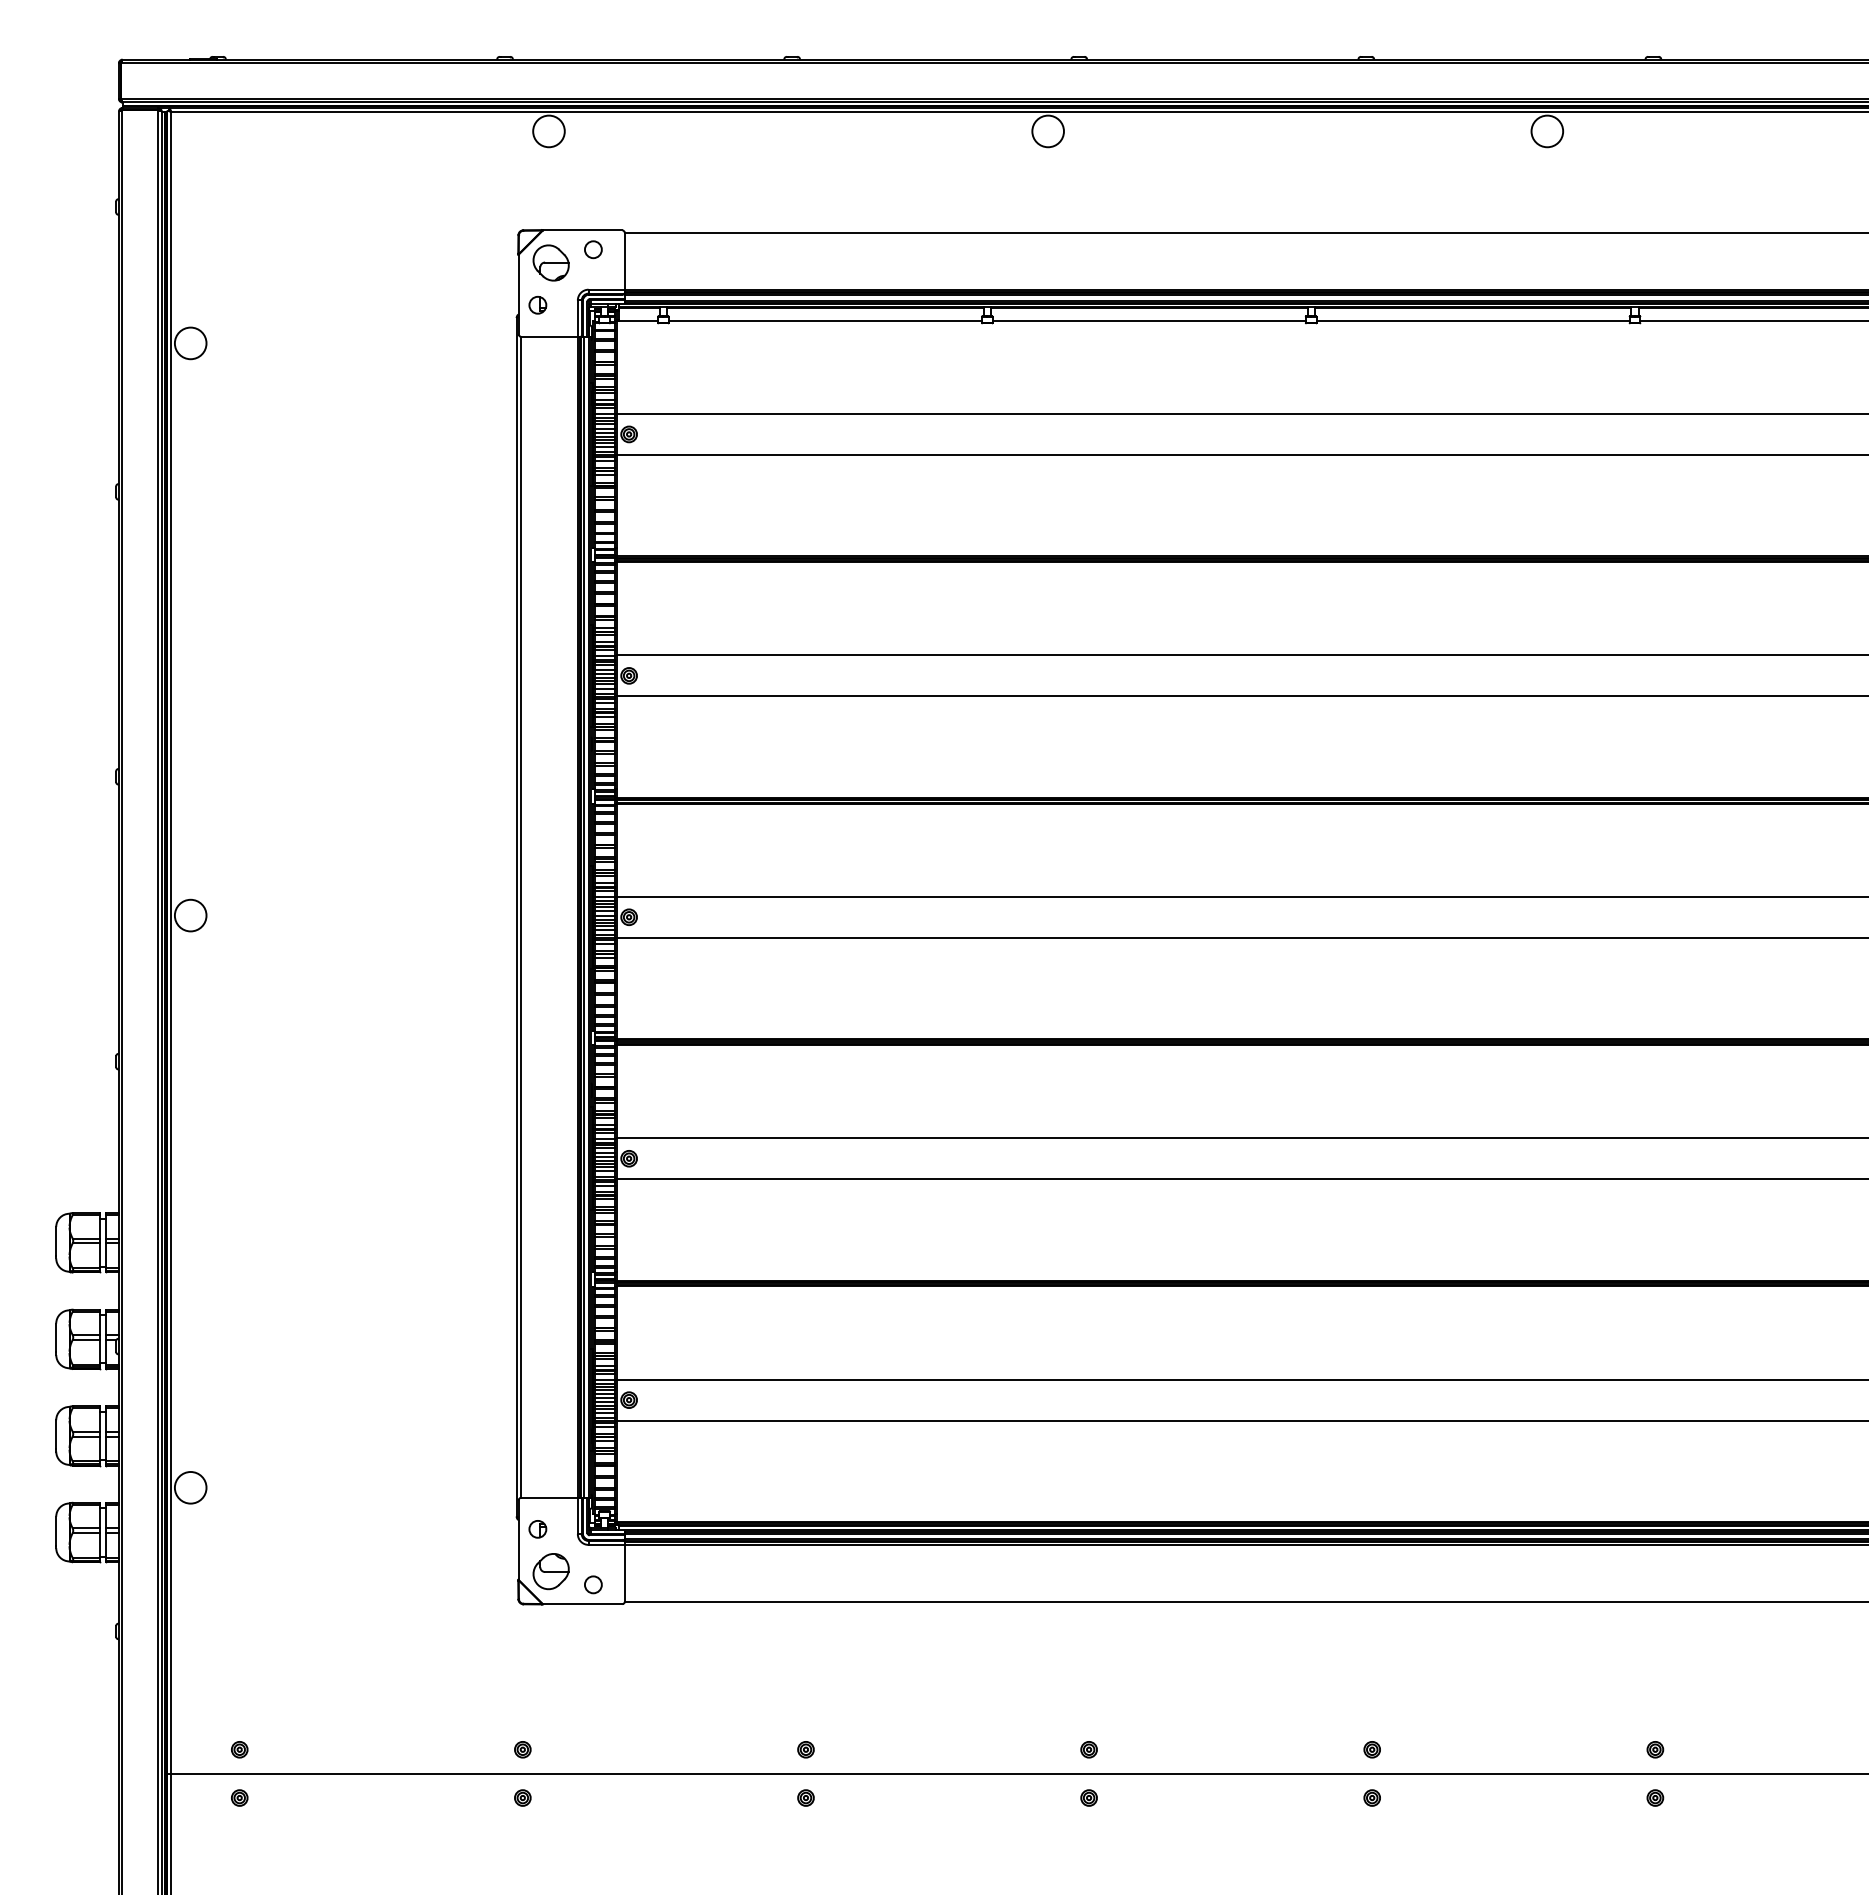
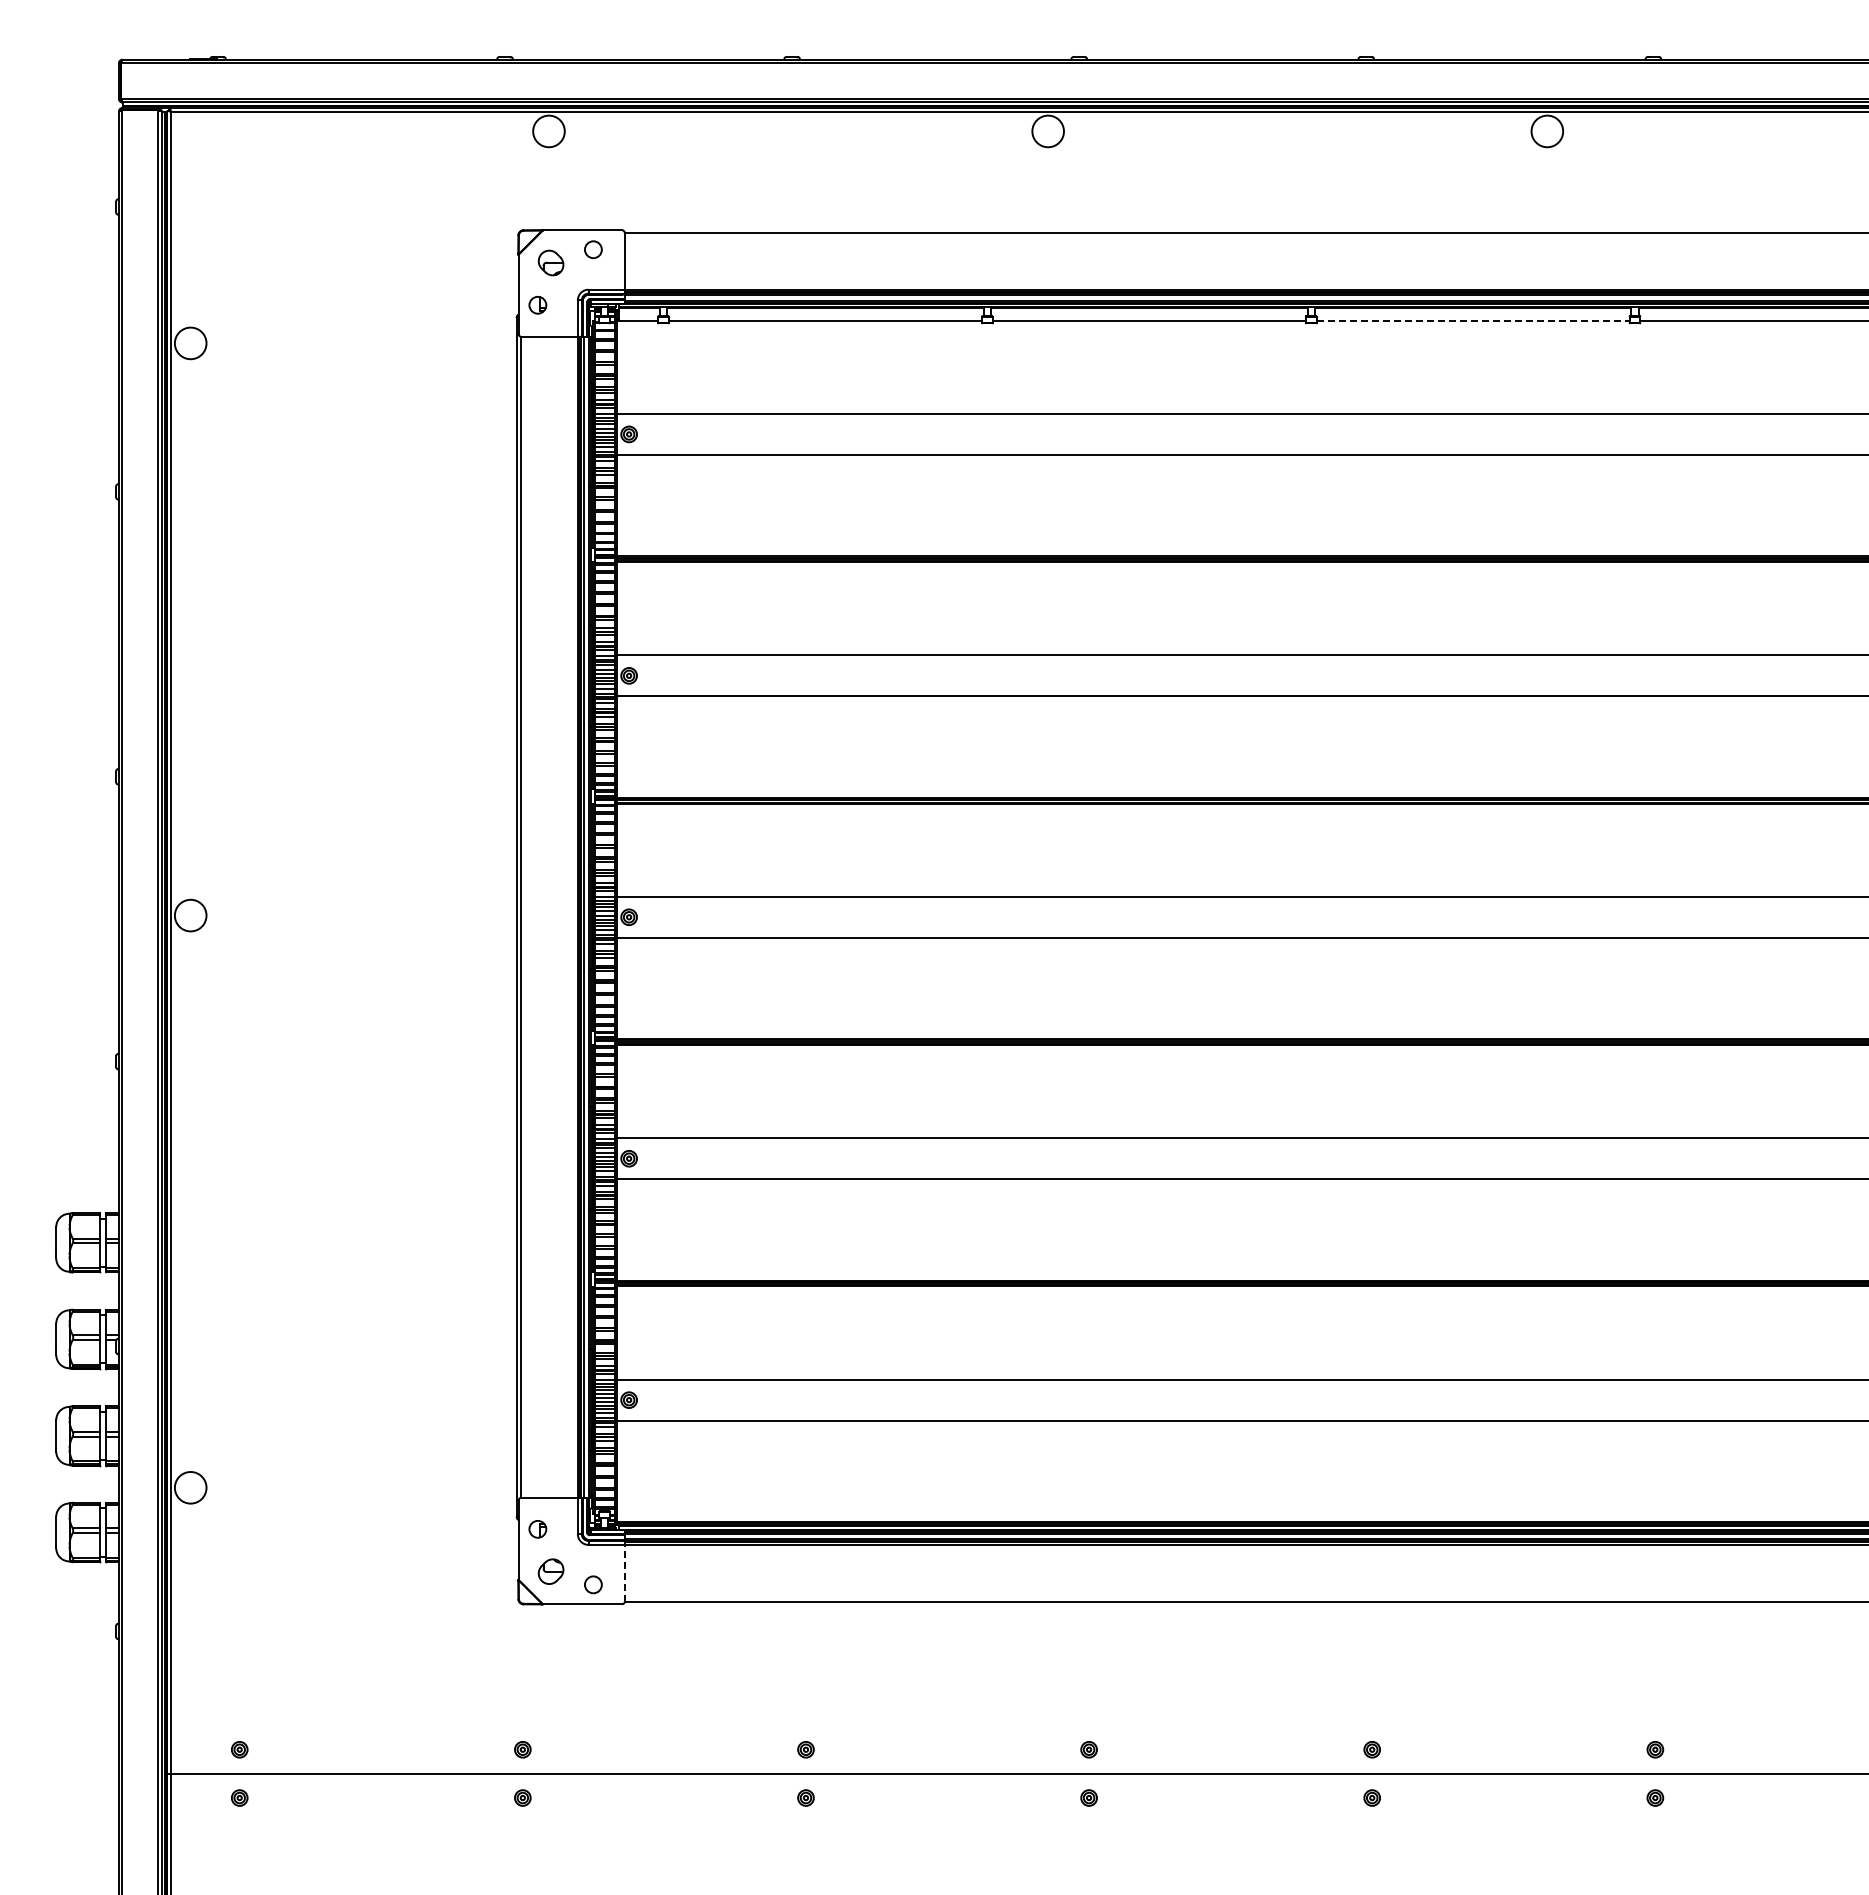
part at (550, 262) size: 38x38 px -> 28x28 px
line at (1473, 321): solid -> dashed
part at (550, 1571) size: 38x38 px -> 28x27 px
line at (624, 1573): solid -> dashed
